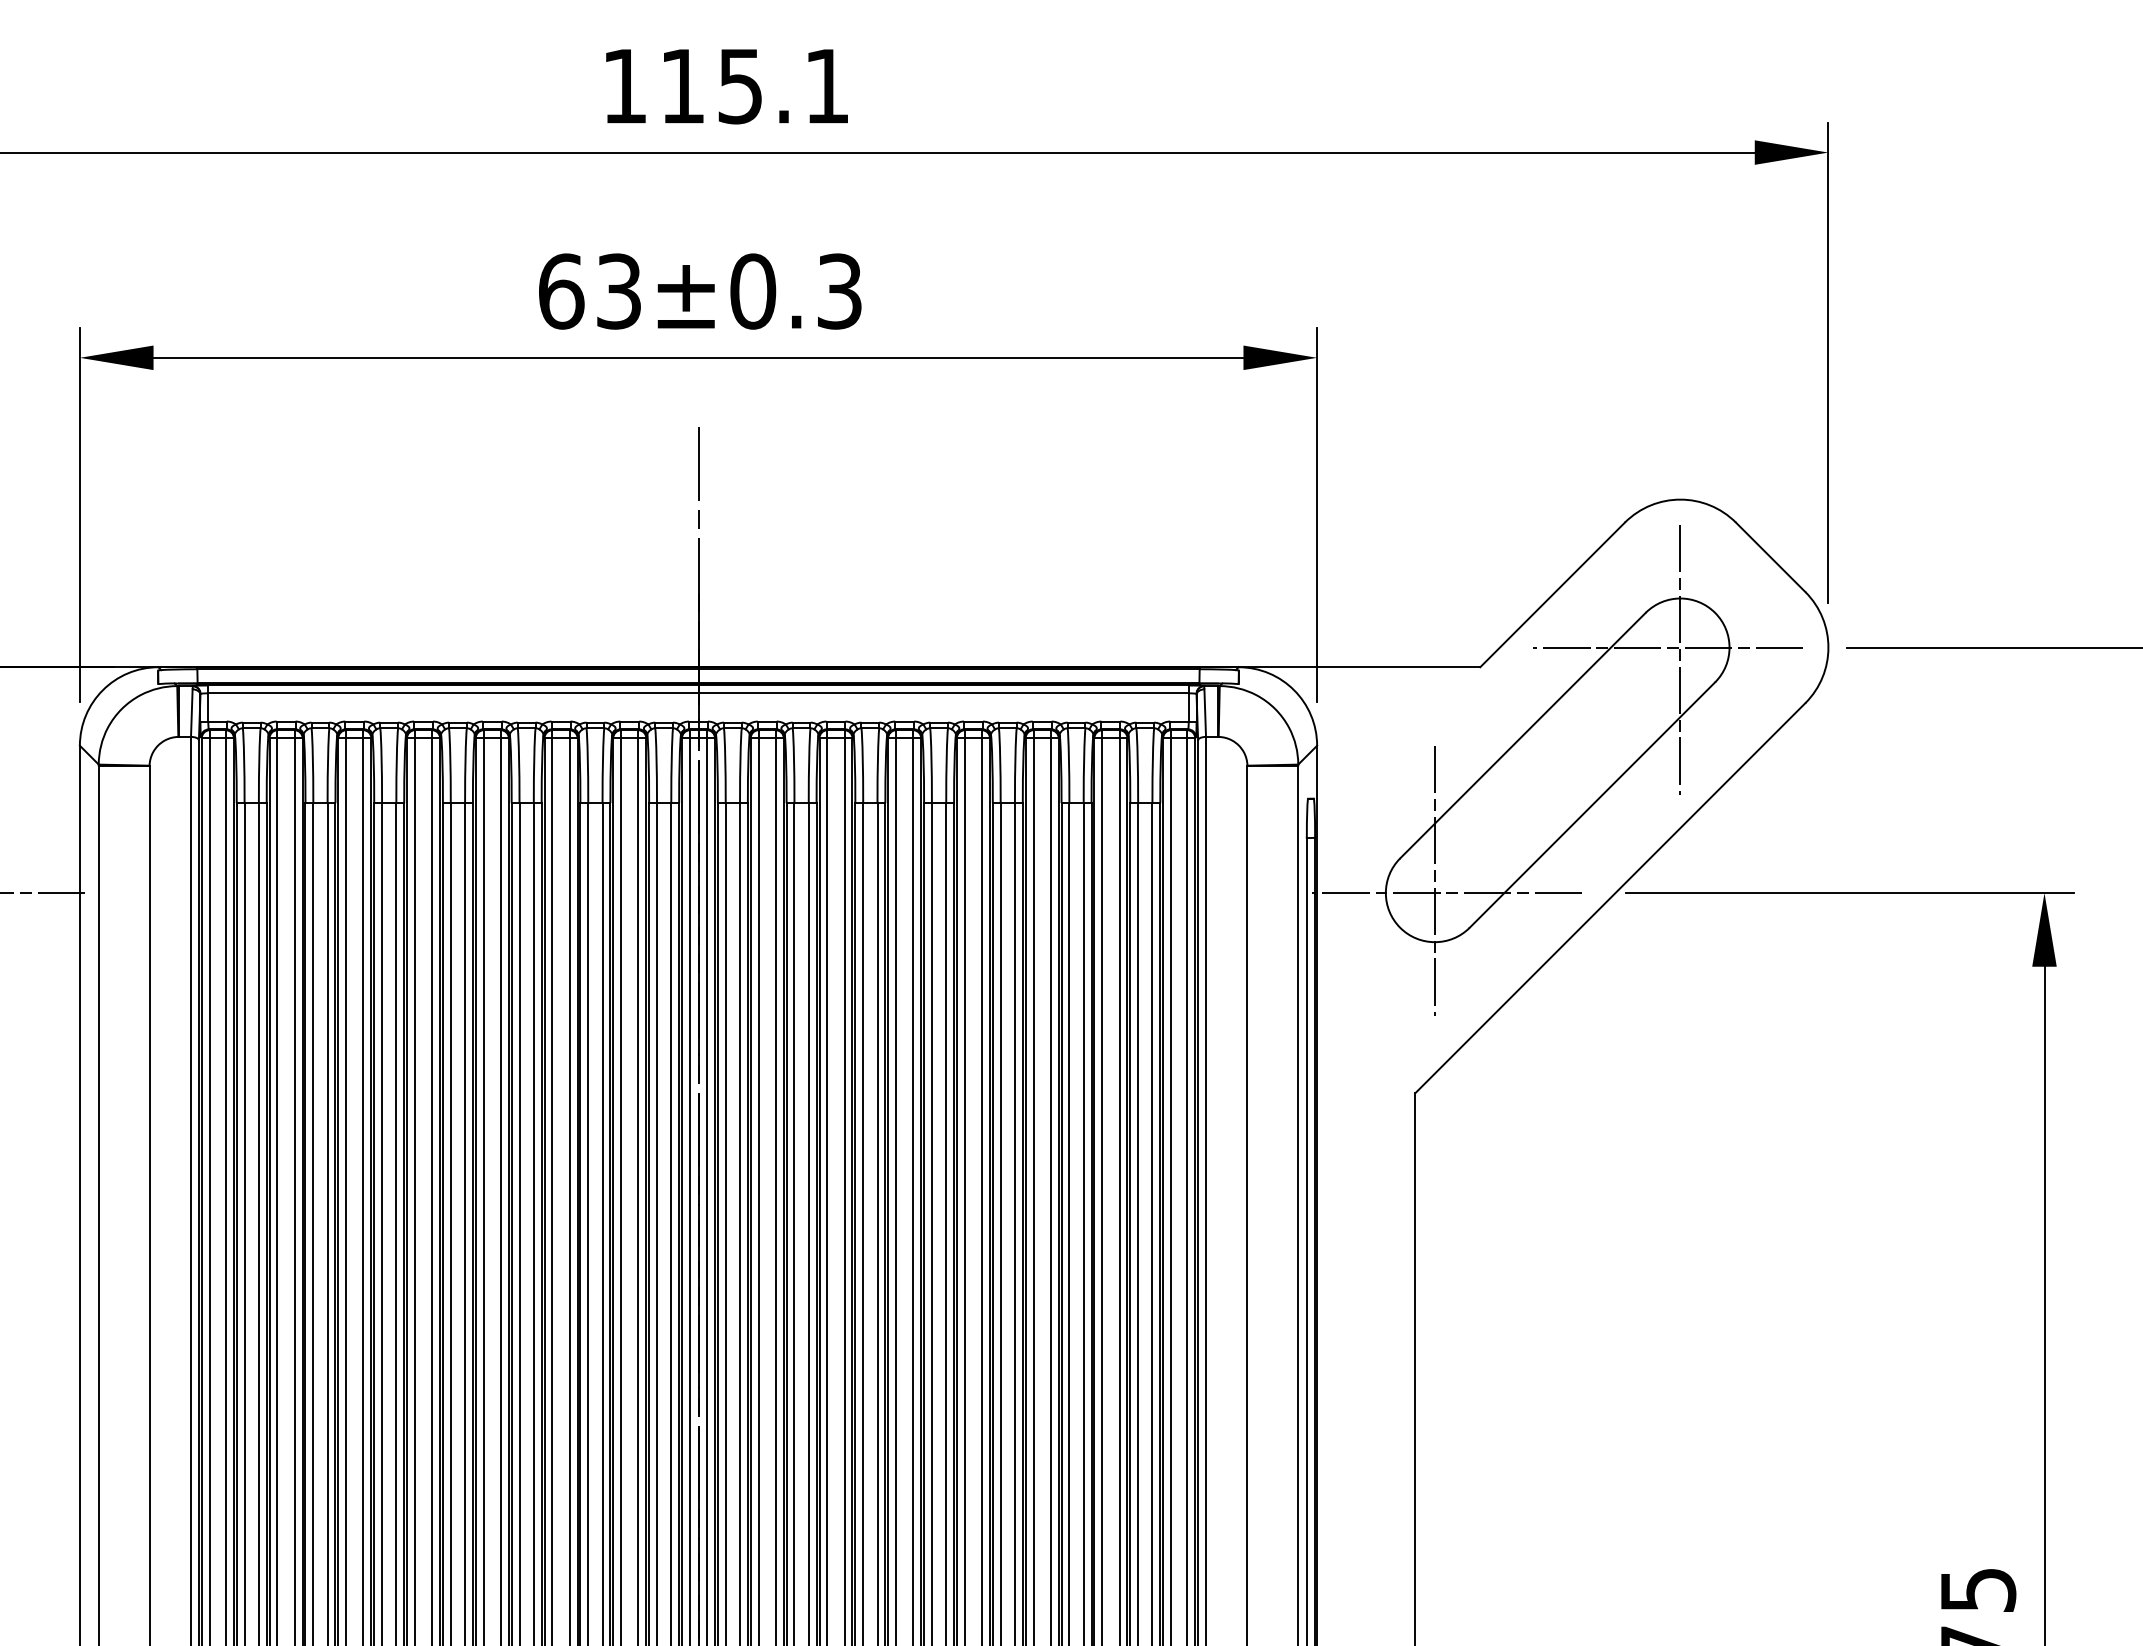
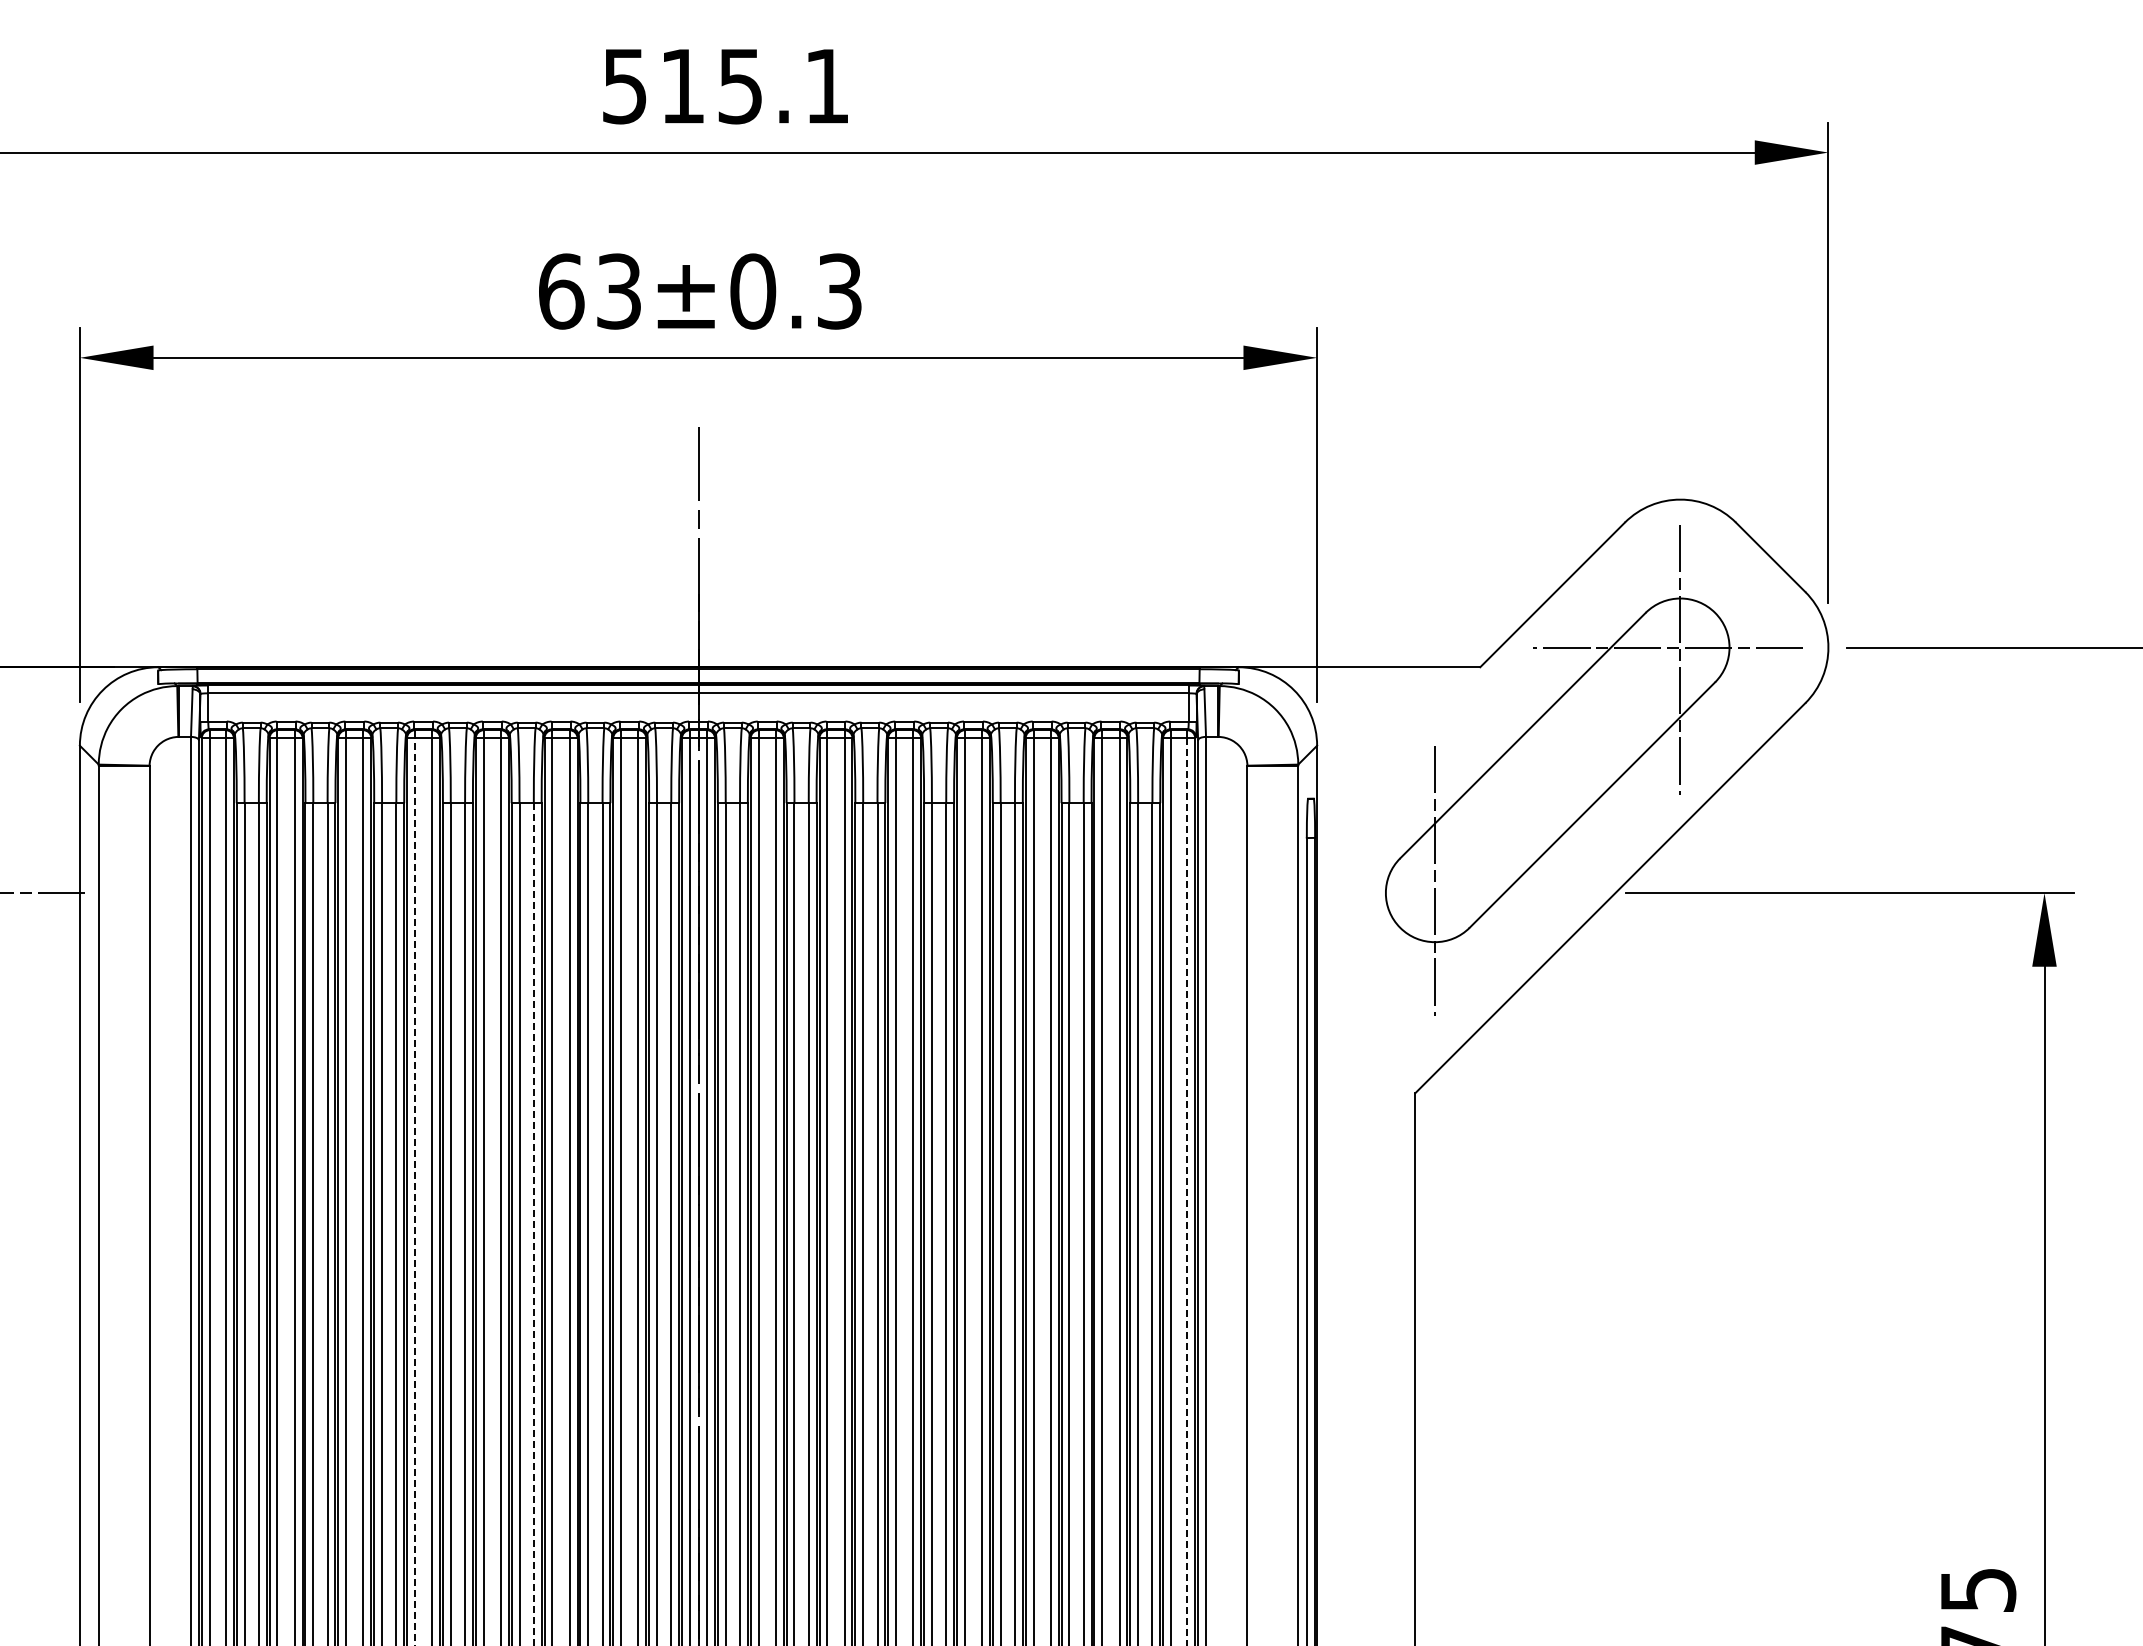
text at (624, 86): 115.1 -> 515.1
line at (1447, 893): present -> none
line at (414, 1191): solid -> dashed
line at (1187, 1192): solid -> dashed
line at (533, 1224): solid -> dashed
